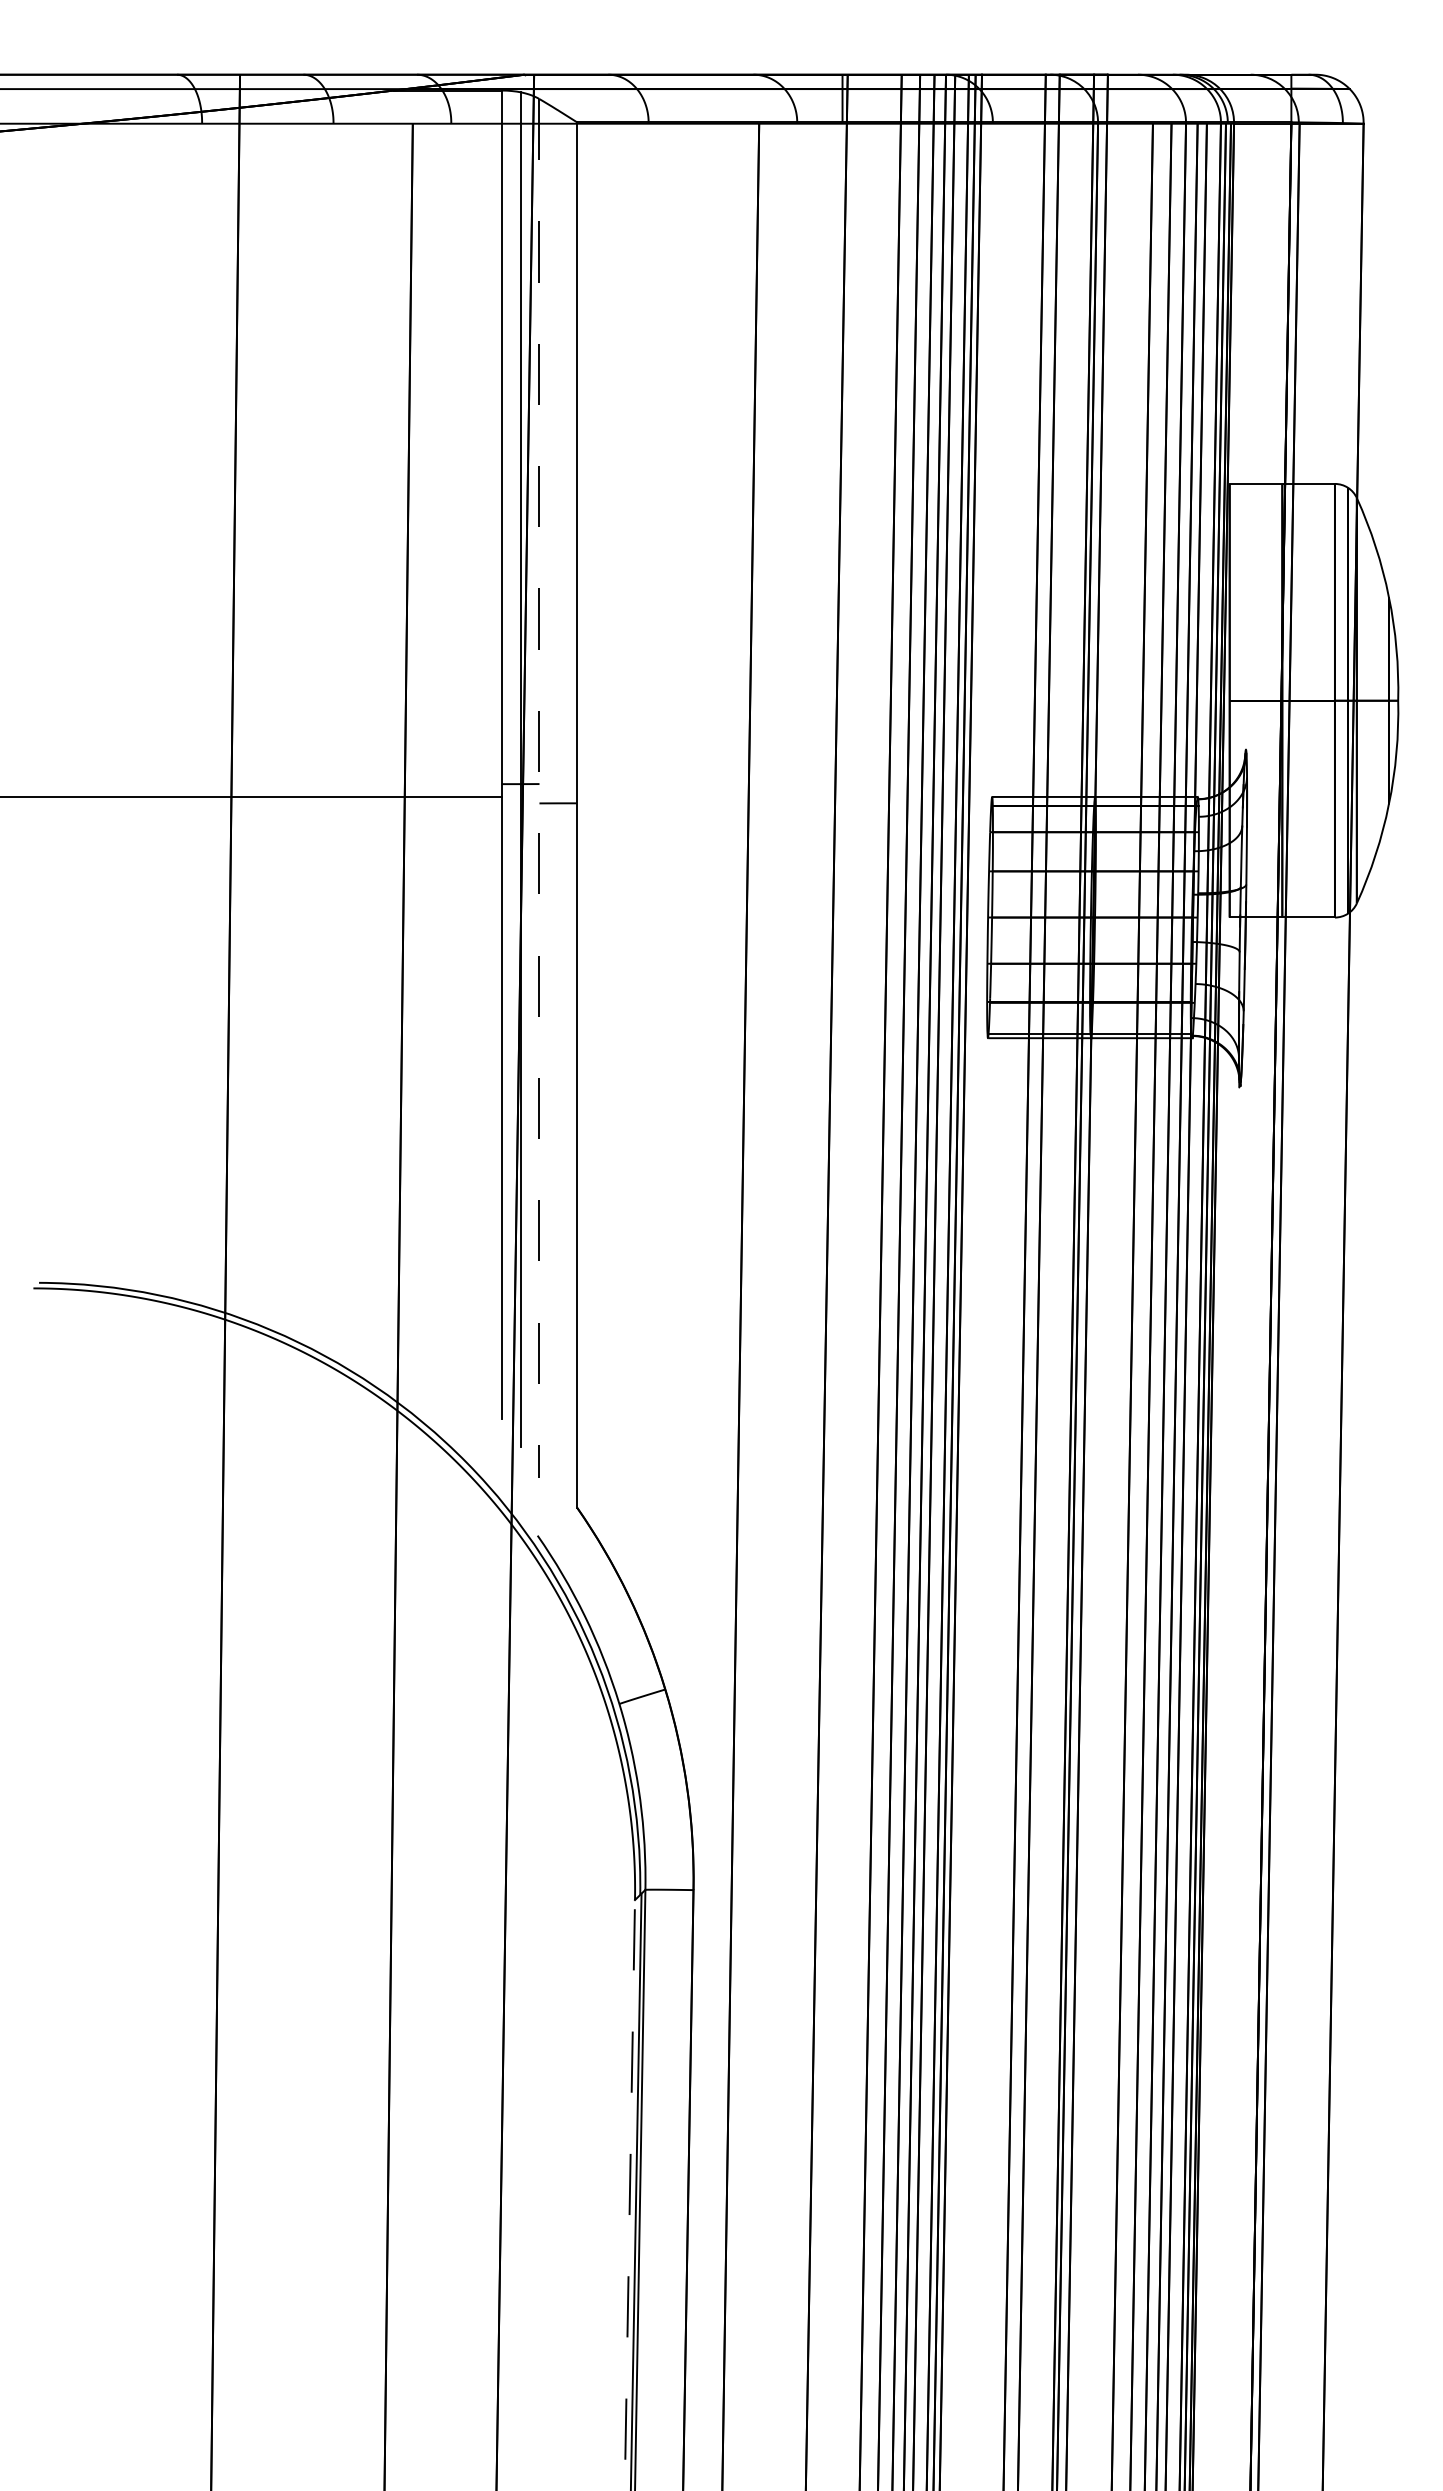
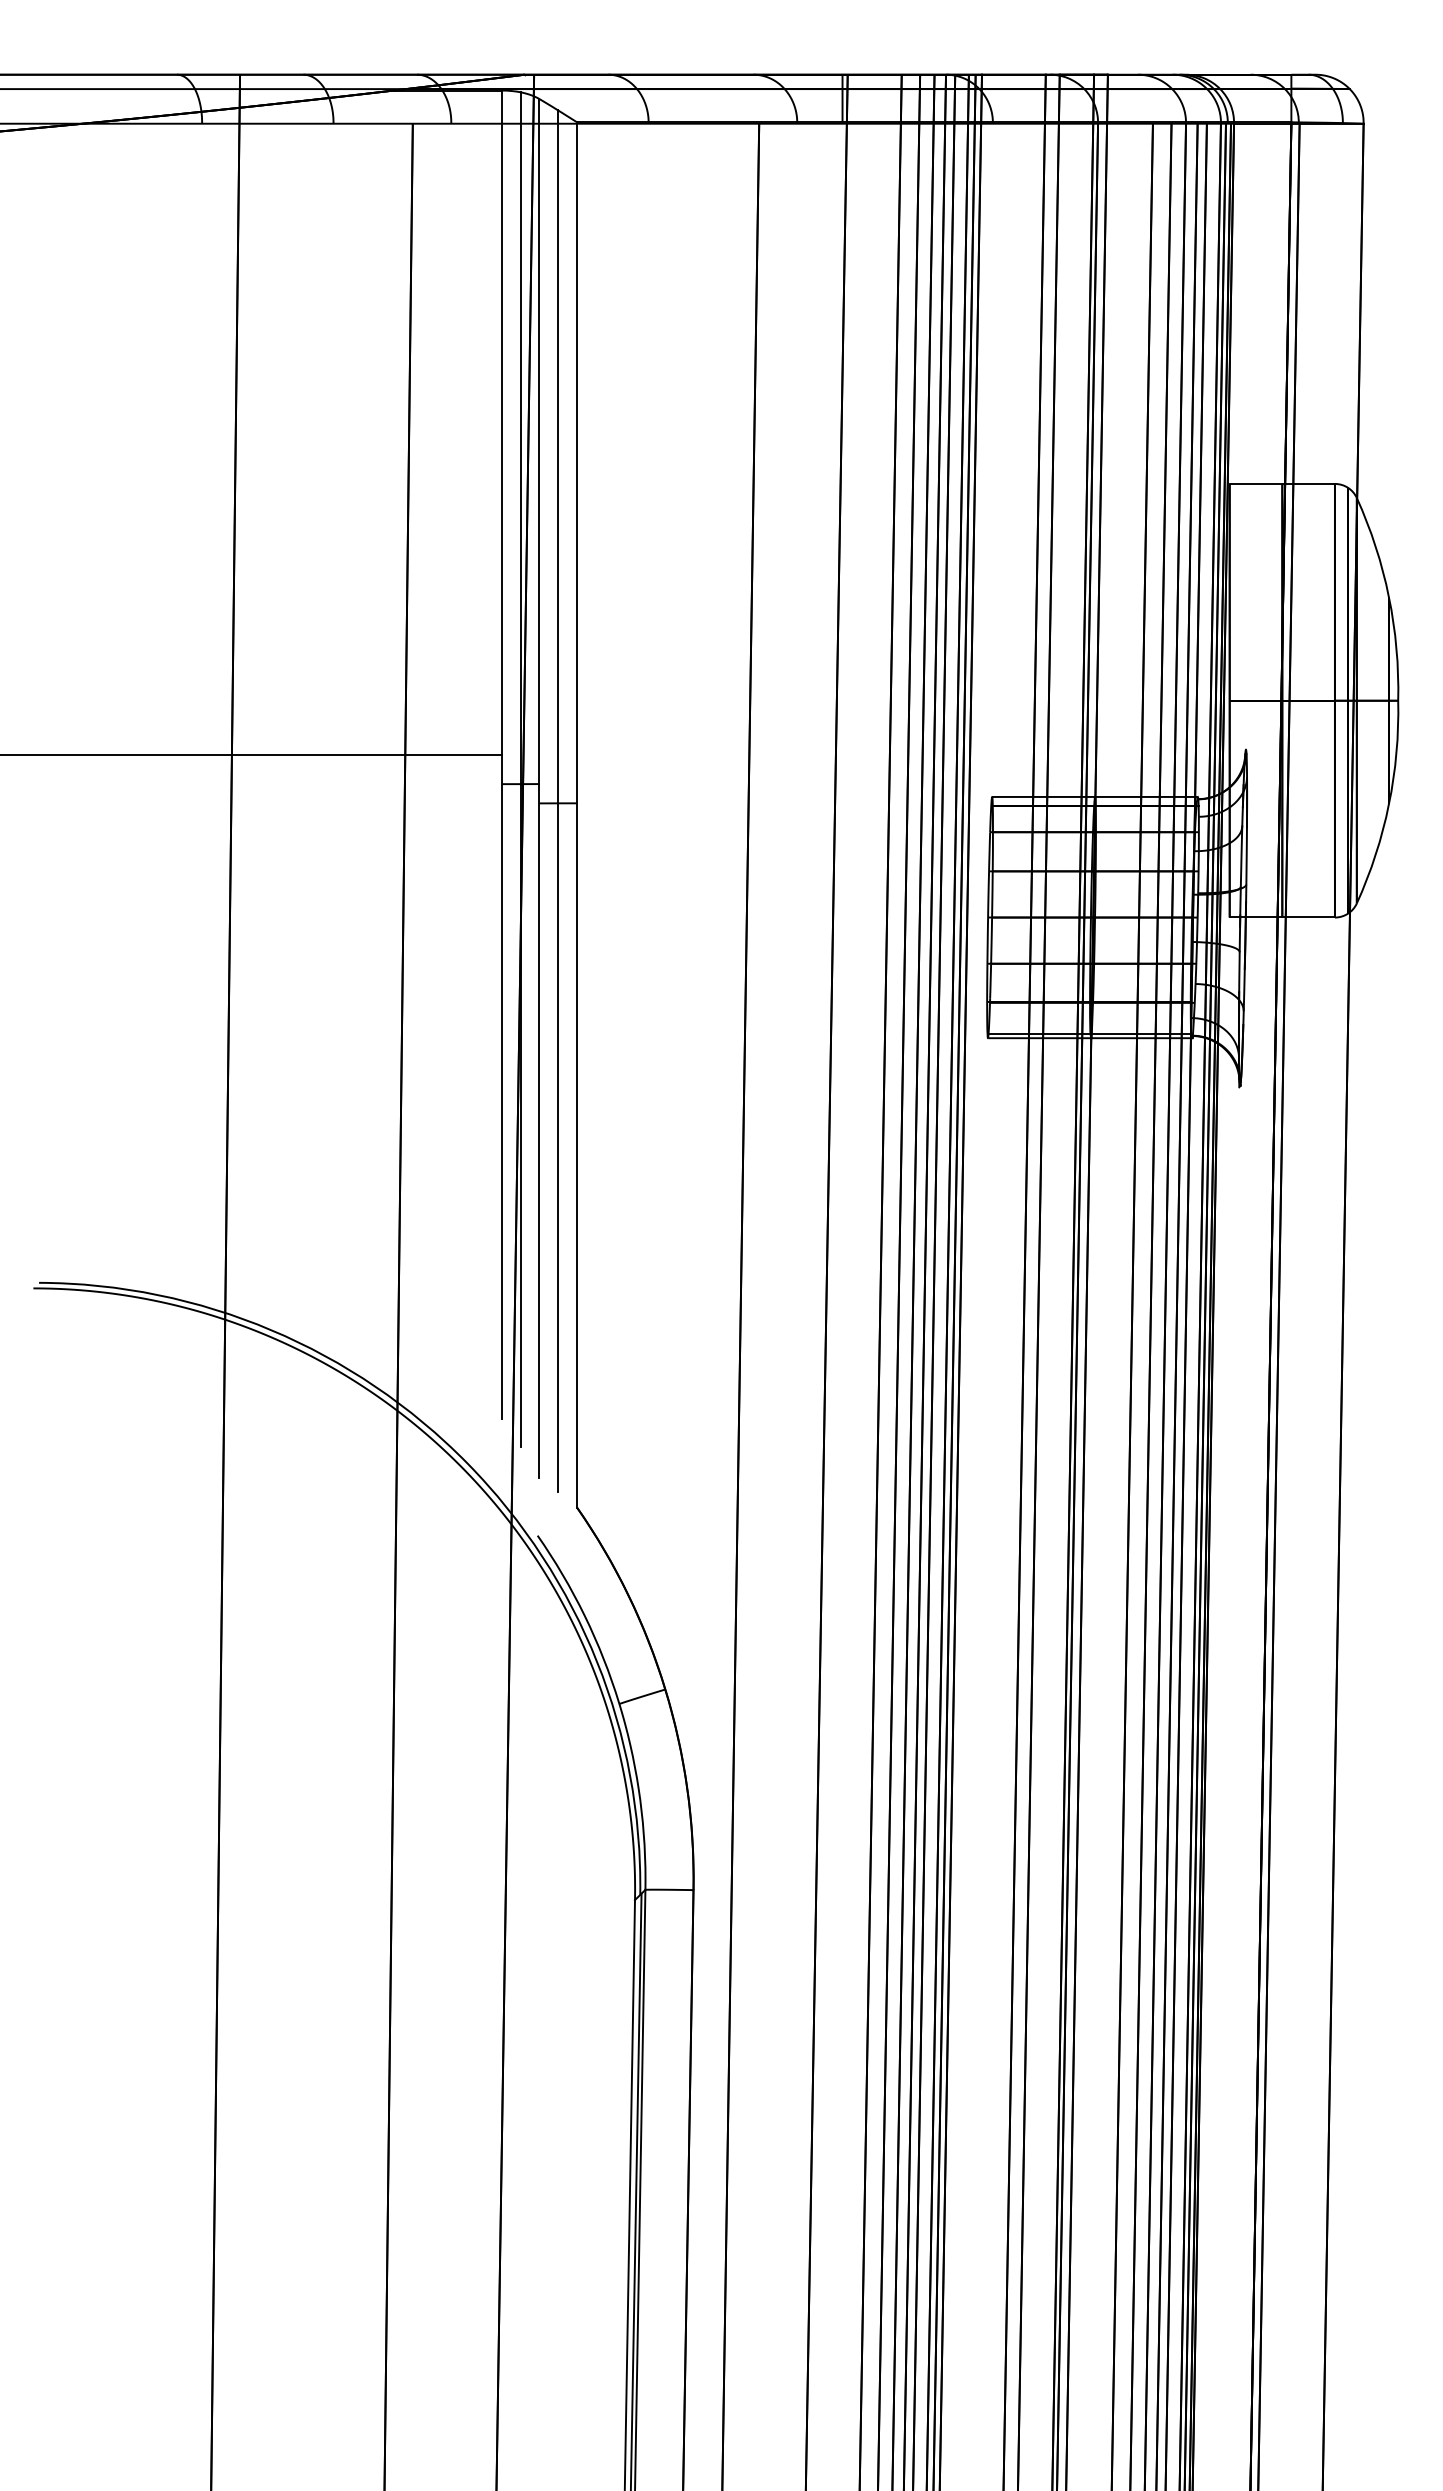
line at (539, 788): dashed -> solid
line at (251, 797) position: (251, 797) -> (251, 755)
line at (558, 800): none -> present
line at (629, 2195): dashed -> solid
